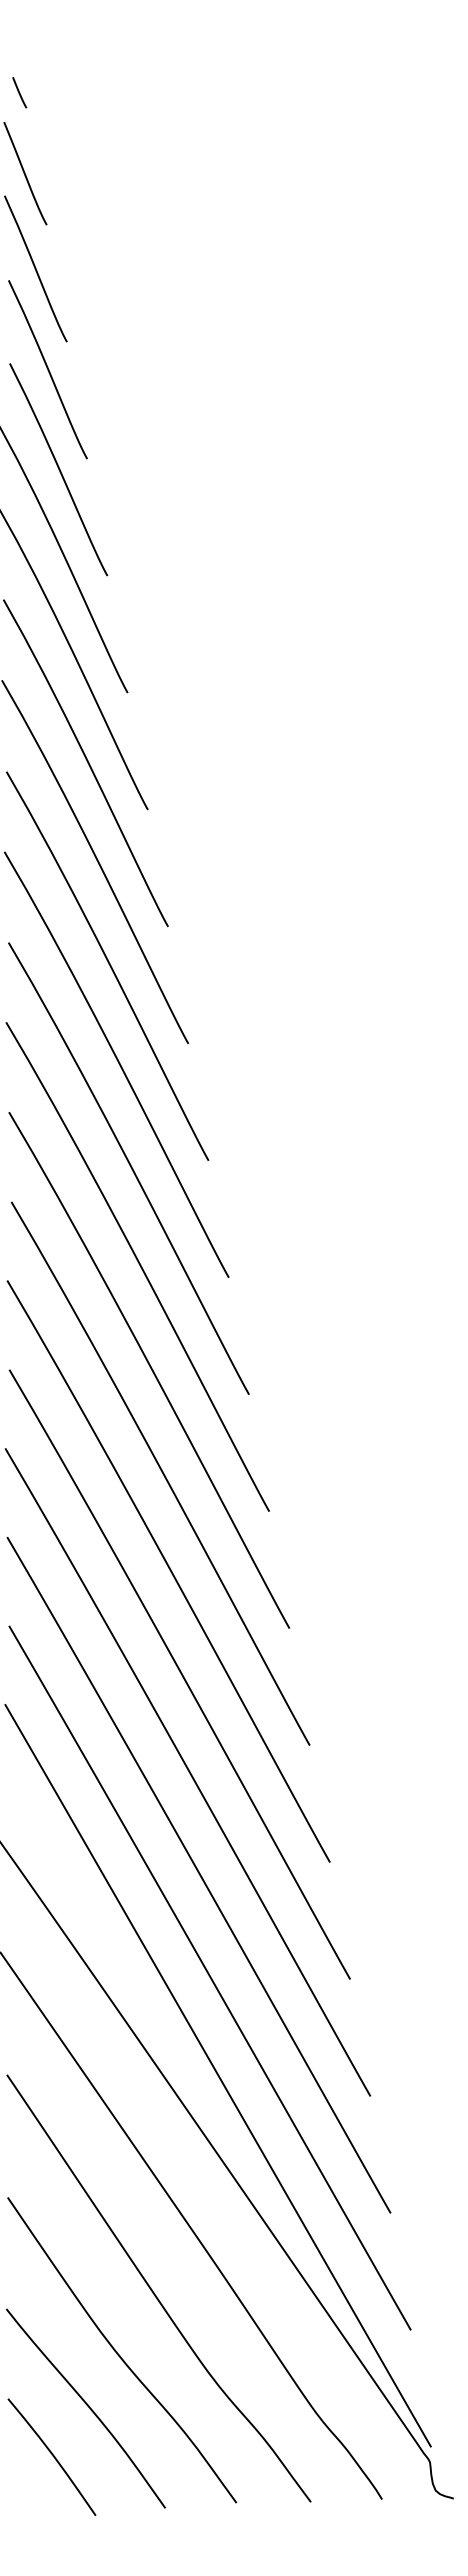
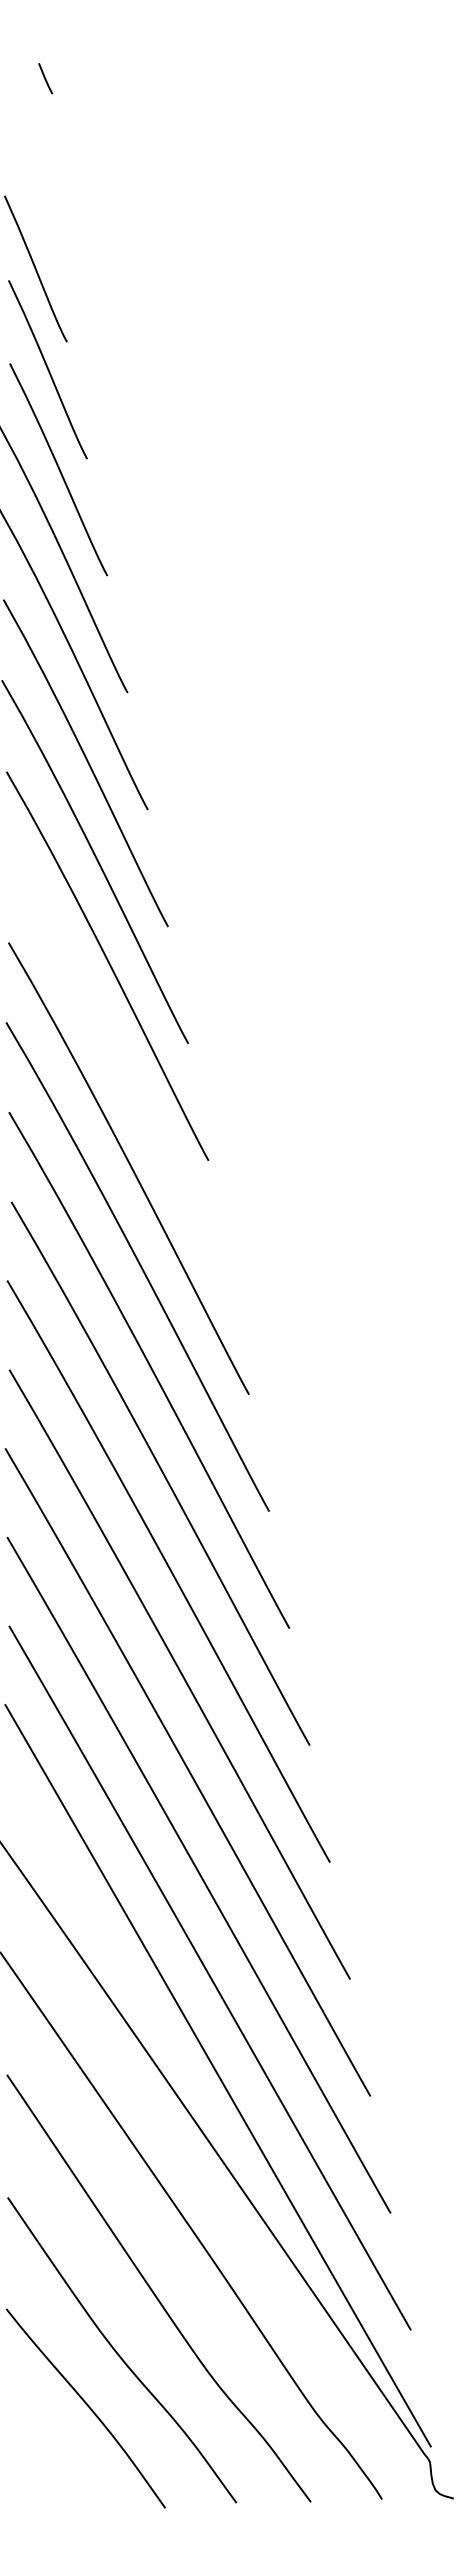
line at (19, 92) position: (19, 92) -> (45, 78)
curve at (25, 173): present -> none
curve at (117, 1062): present -> none
curve at (52, 2456): present -> none
